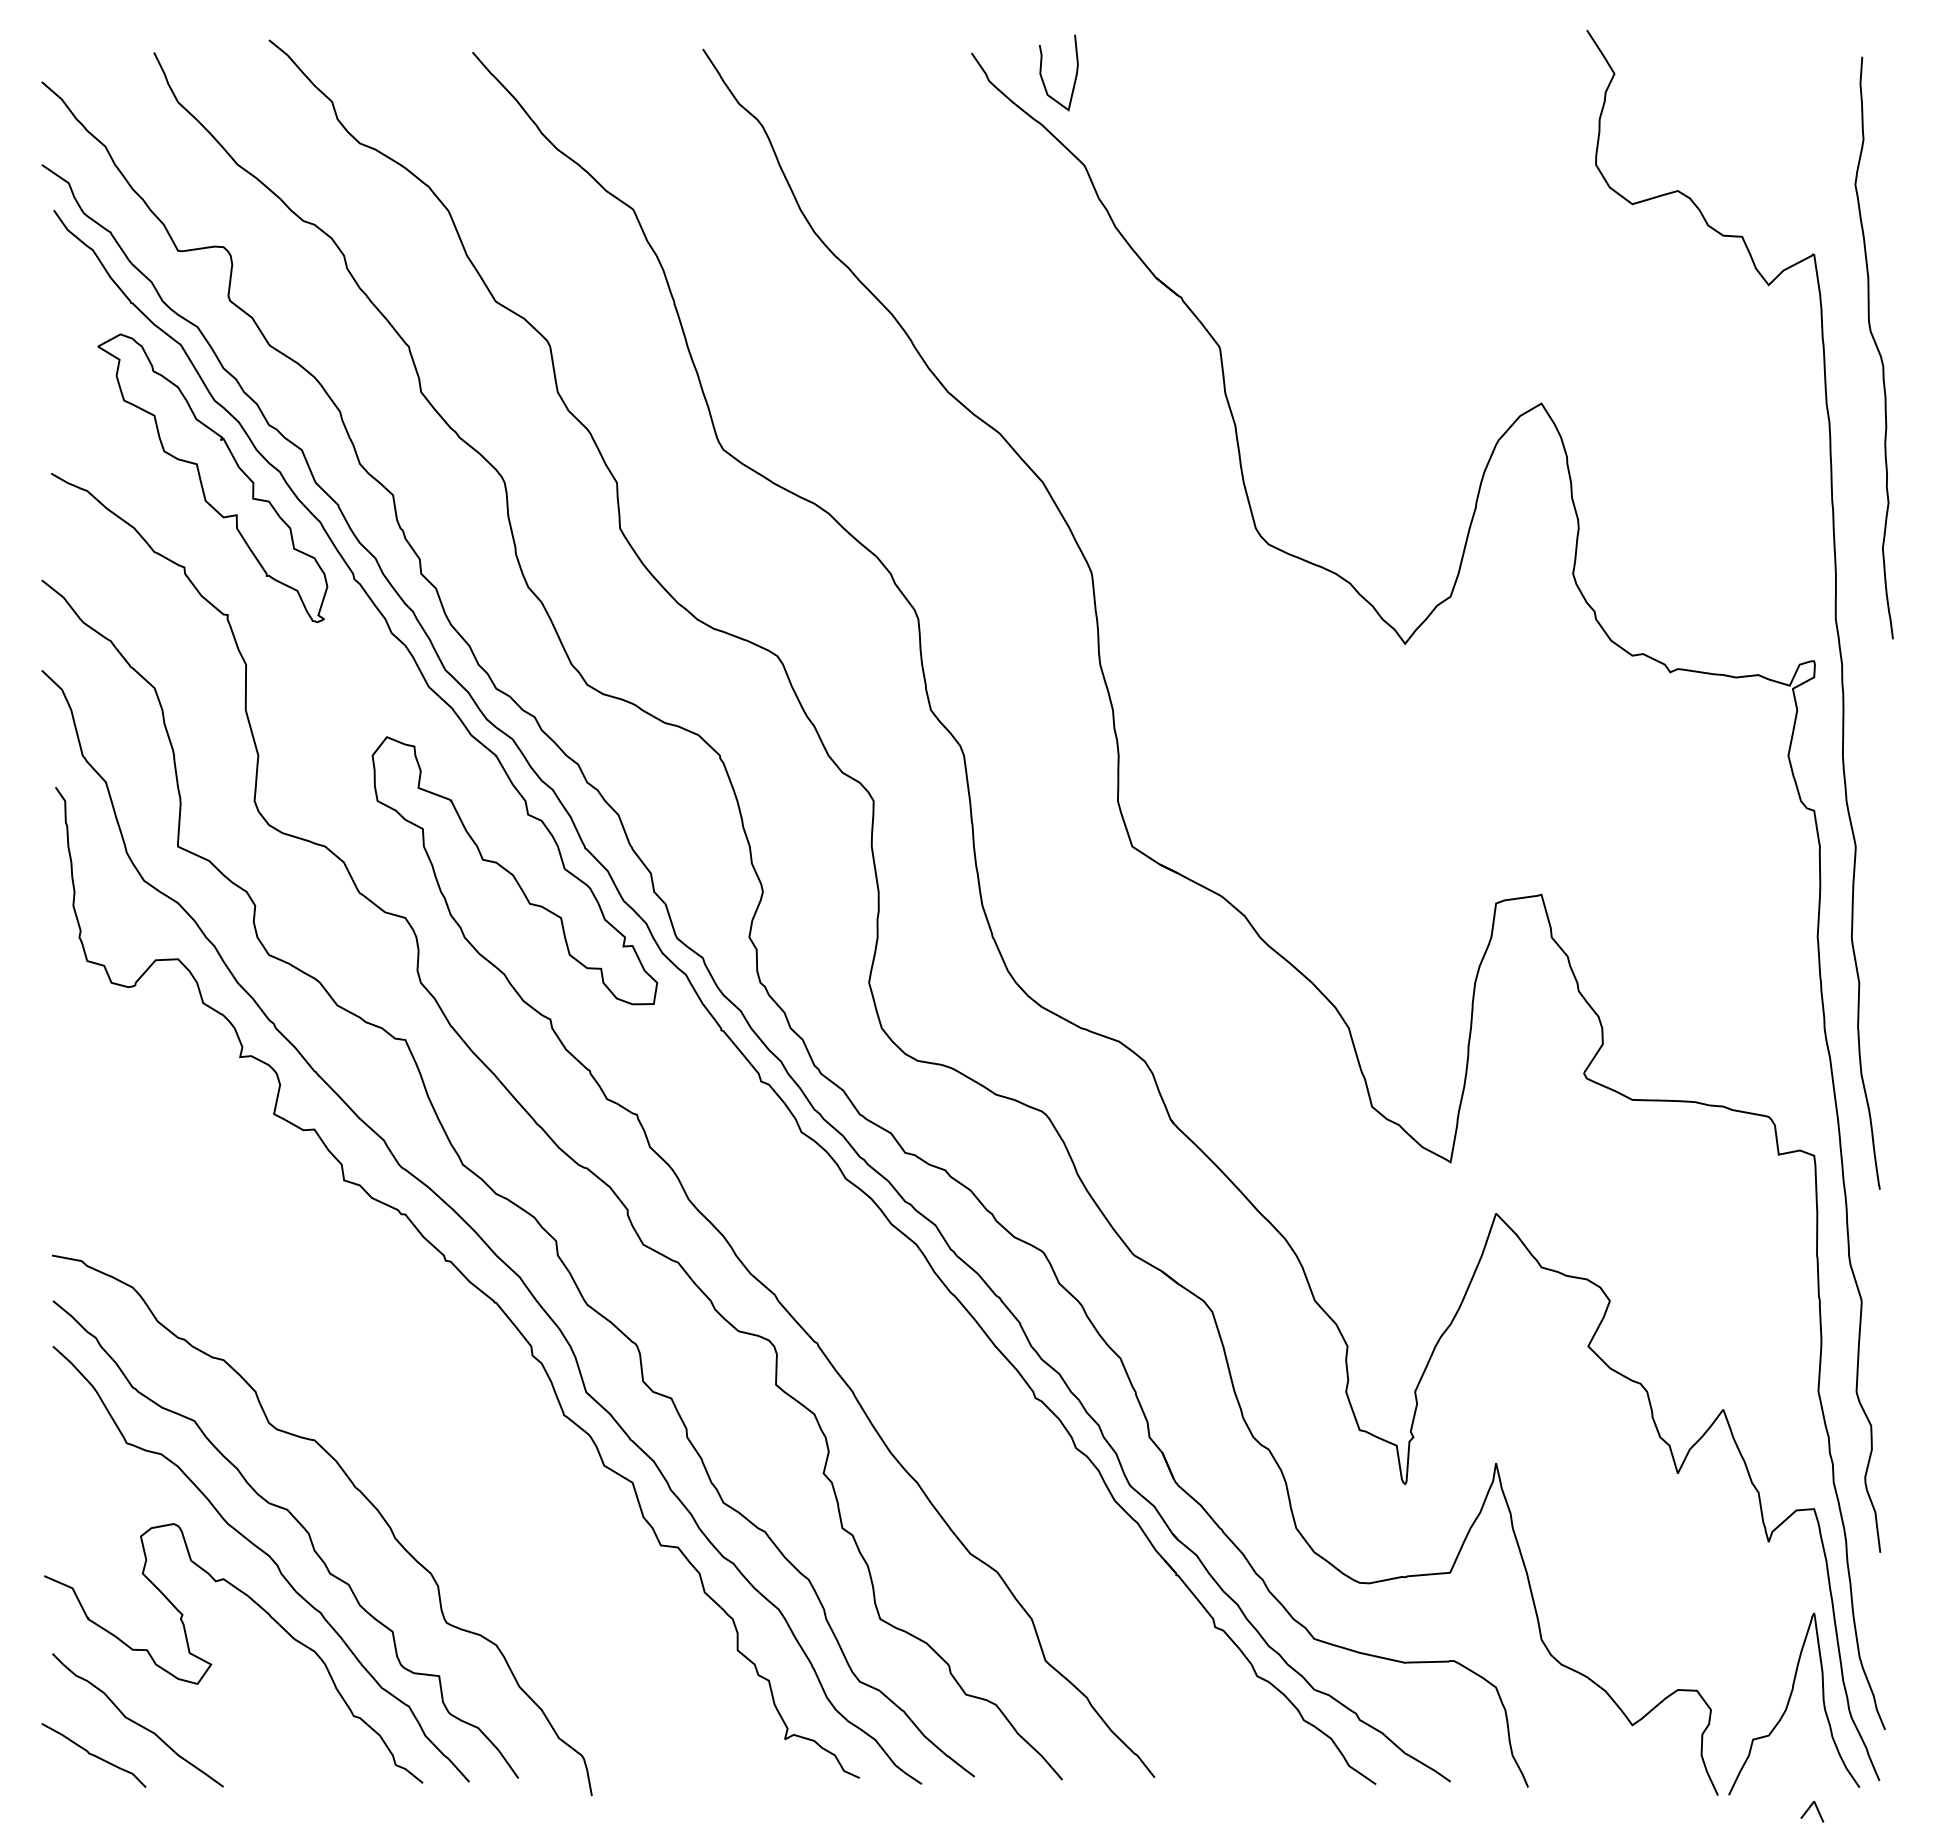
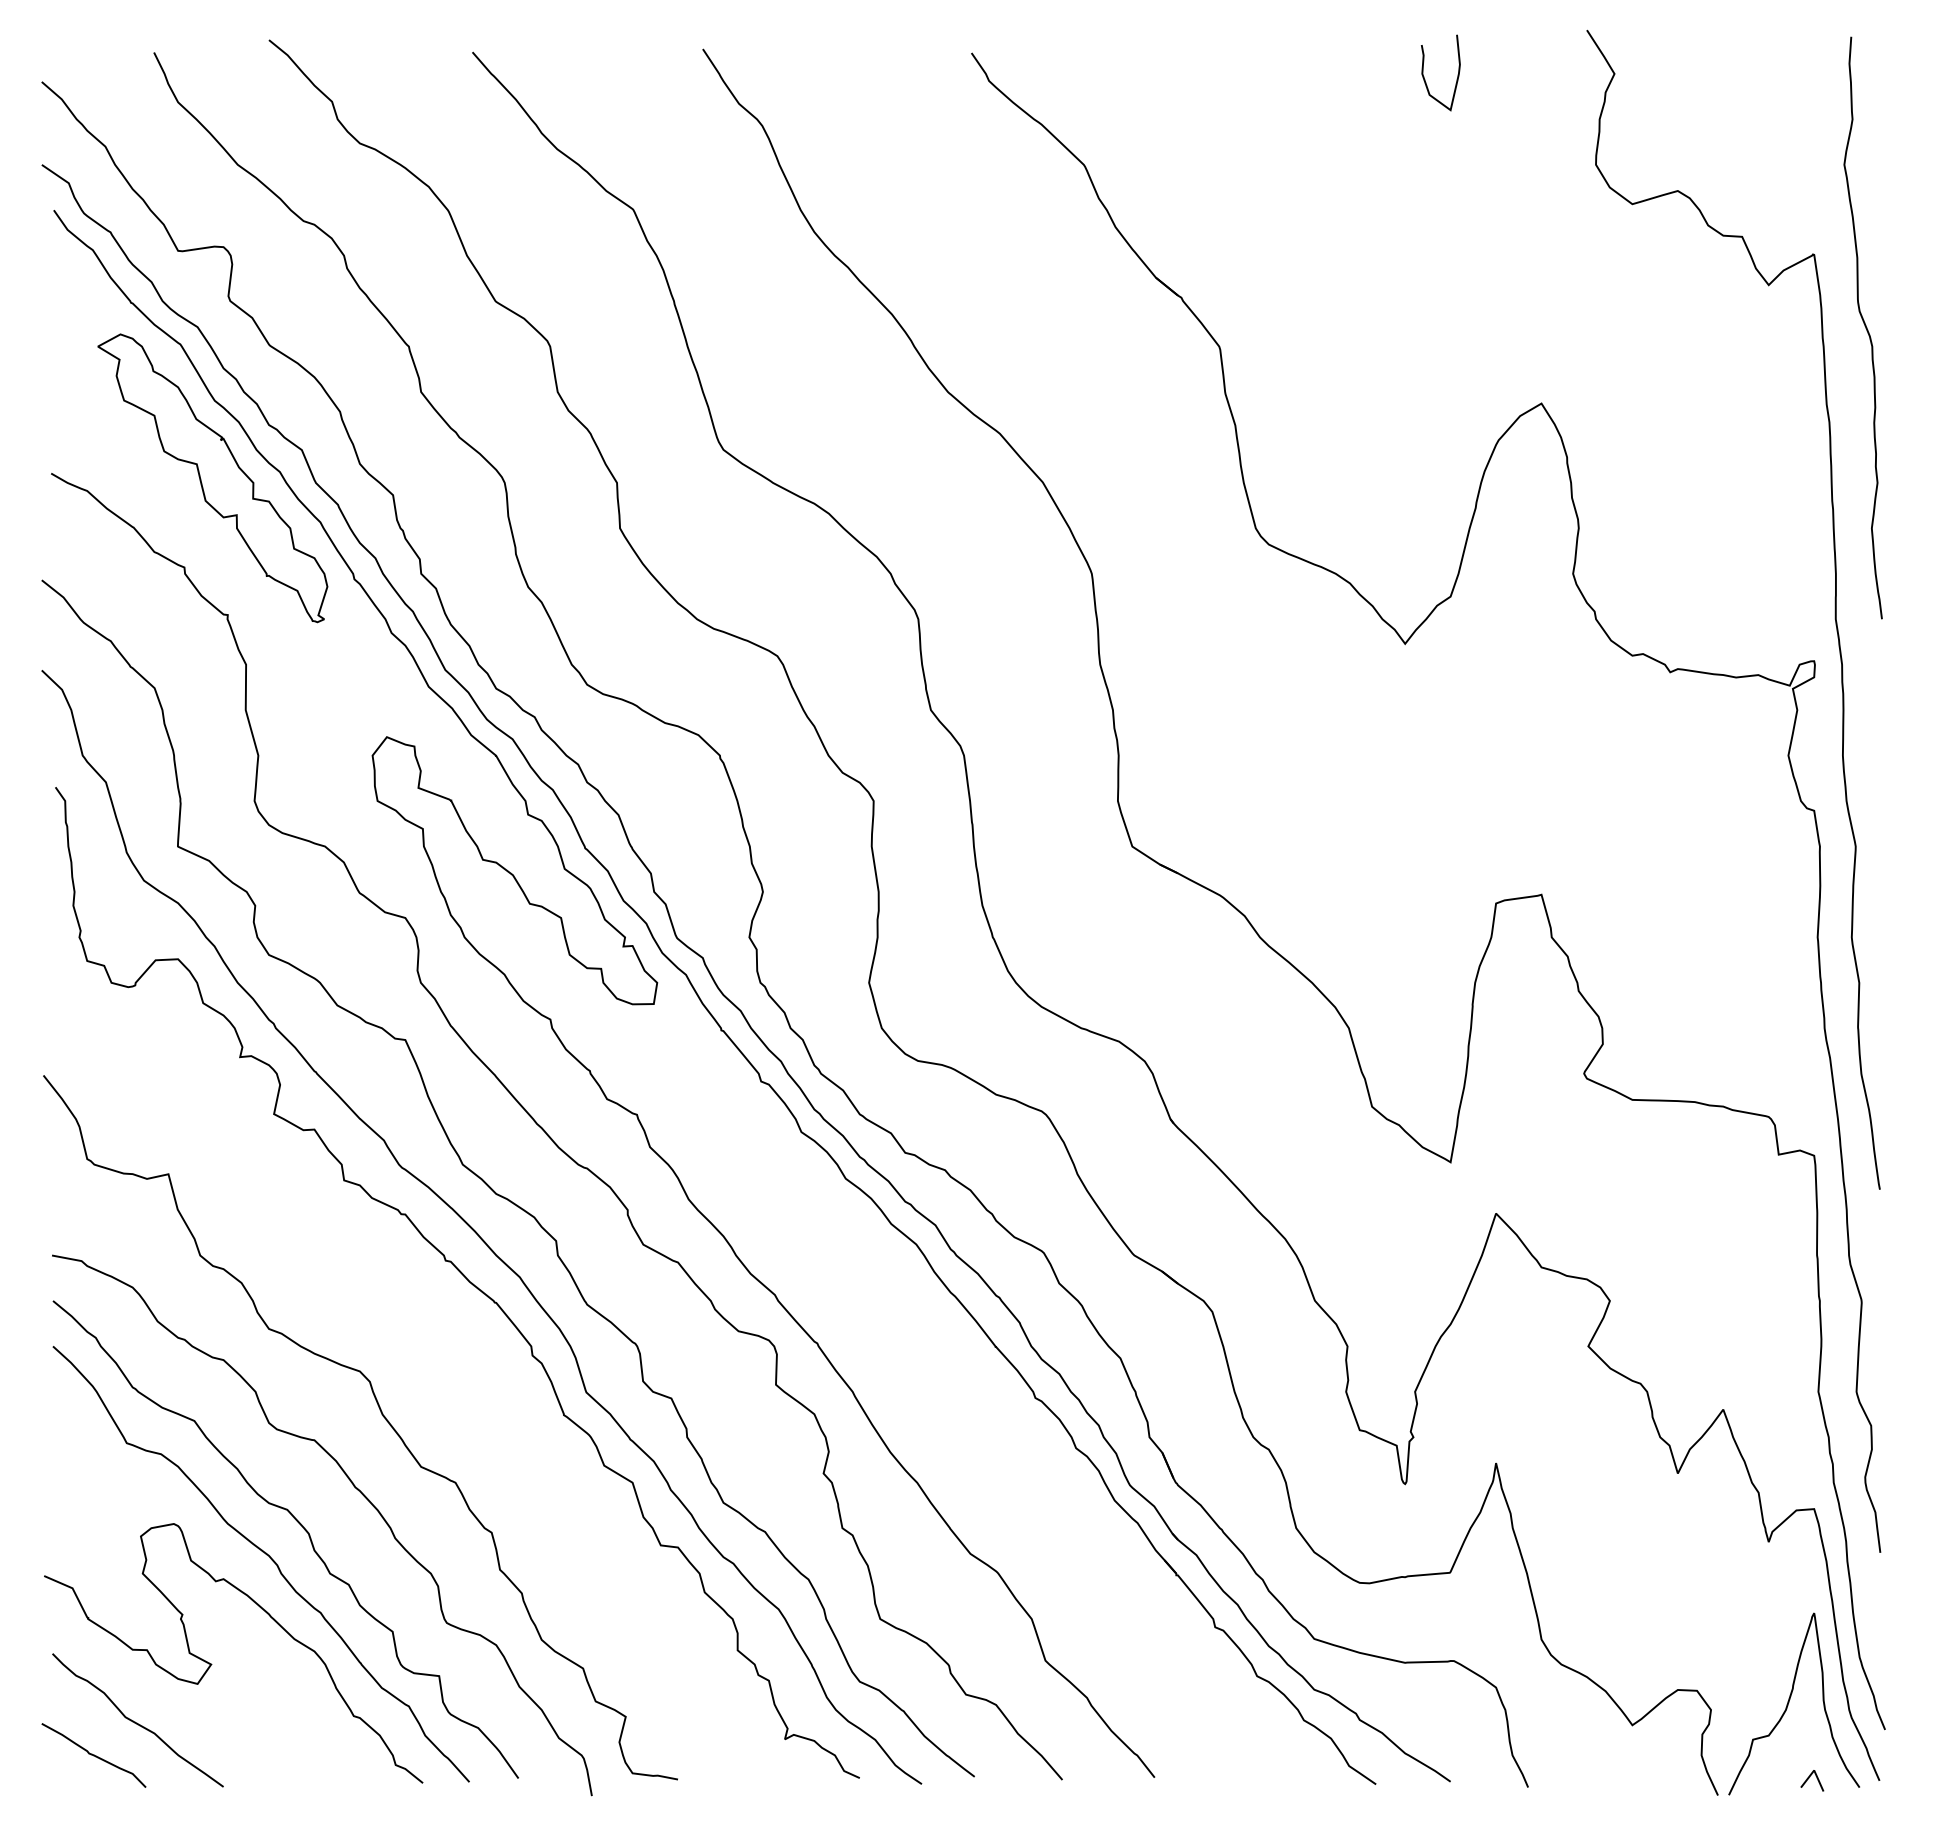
curve at (1042, 76) position: (1042, 76) -> (1424, 76)
curve at (1875, 346) position: (1875, 346) -> (1864, 326)
curve at (382, 1416): none -> present
line at (1809, 1809) position: (1809, 1809) -> (1809, 1778)
